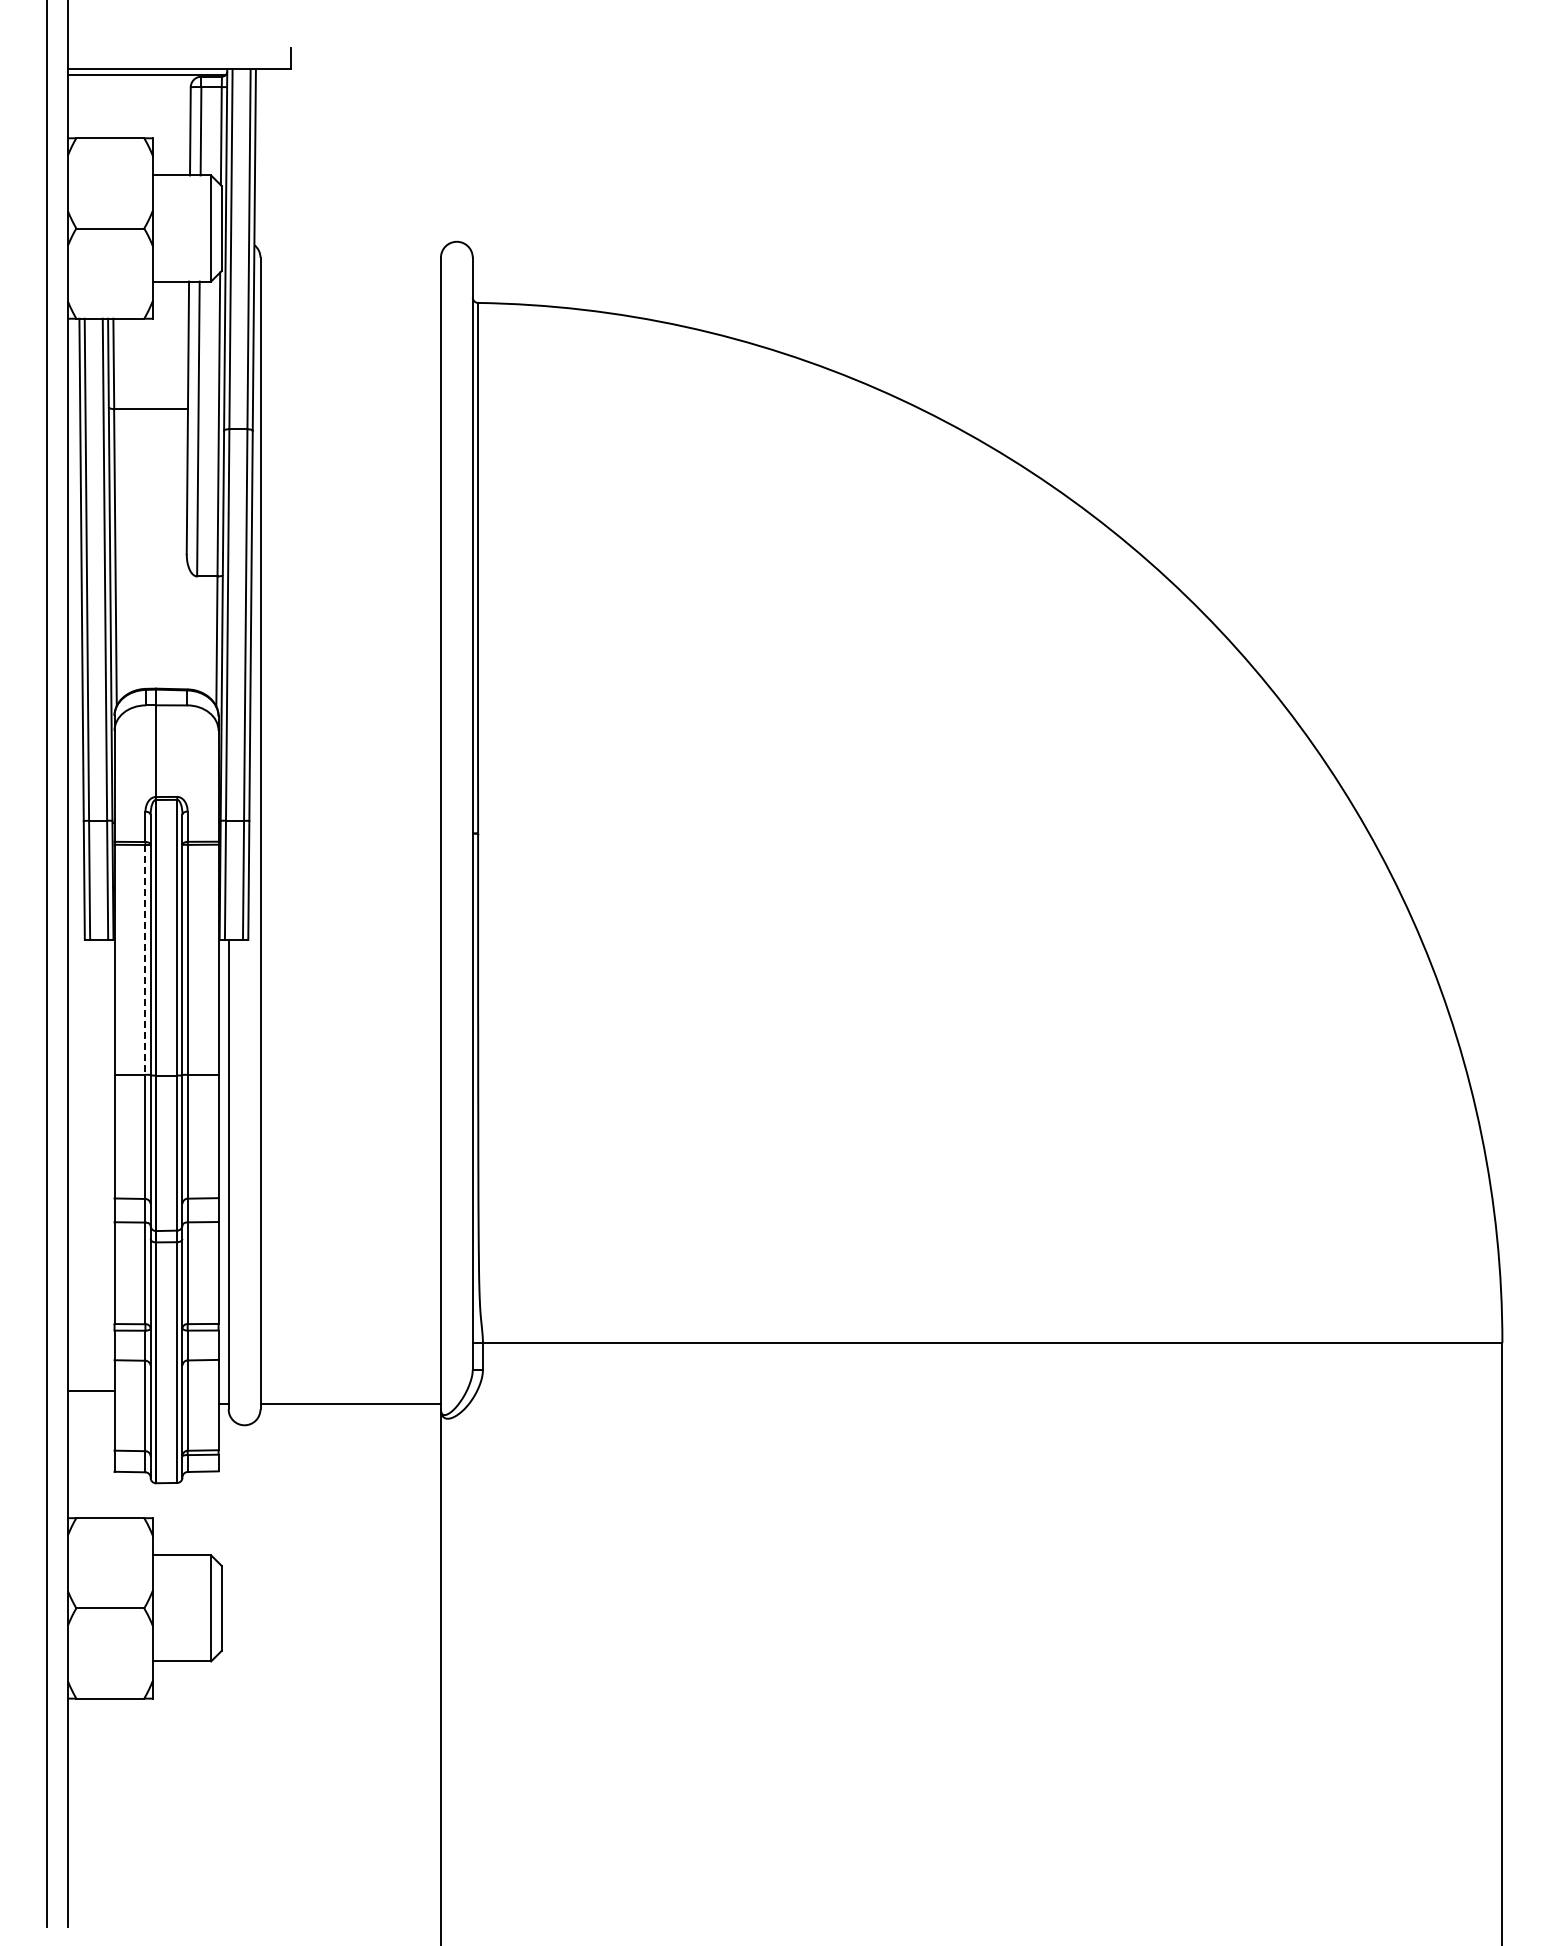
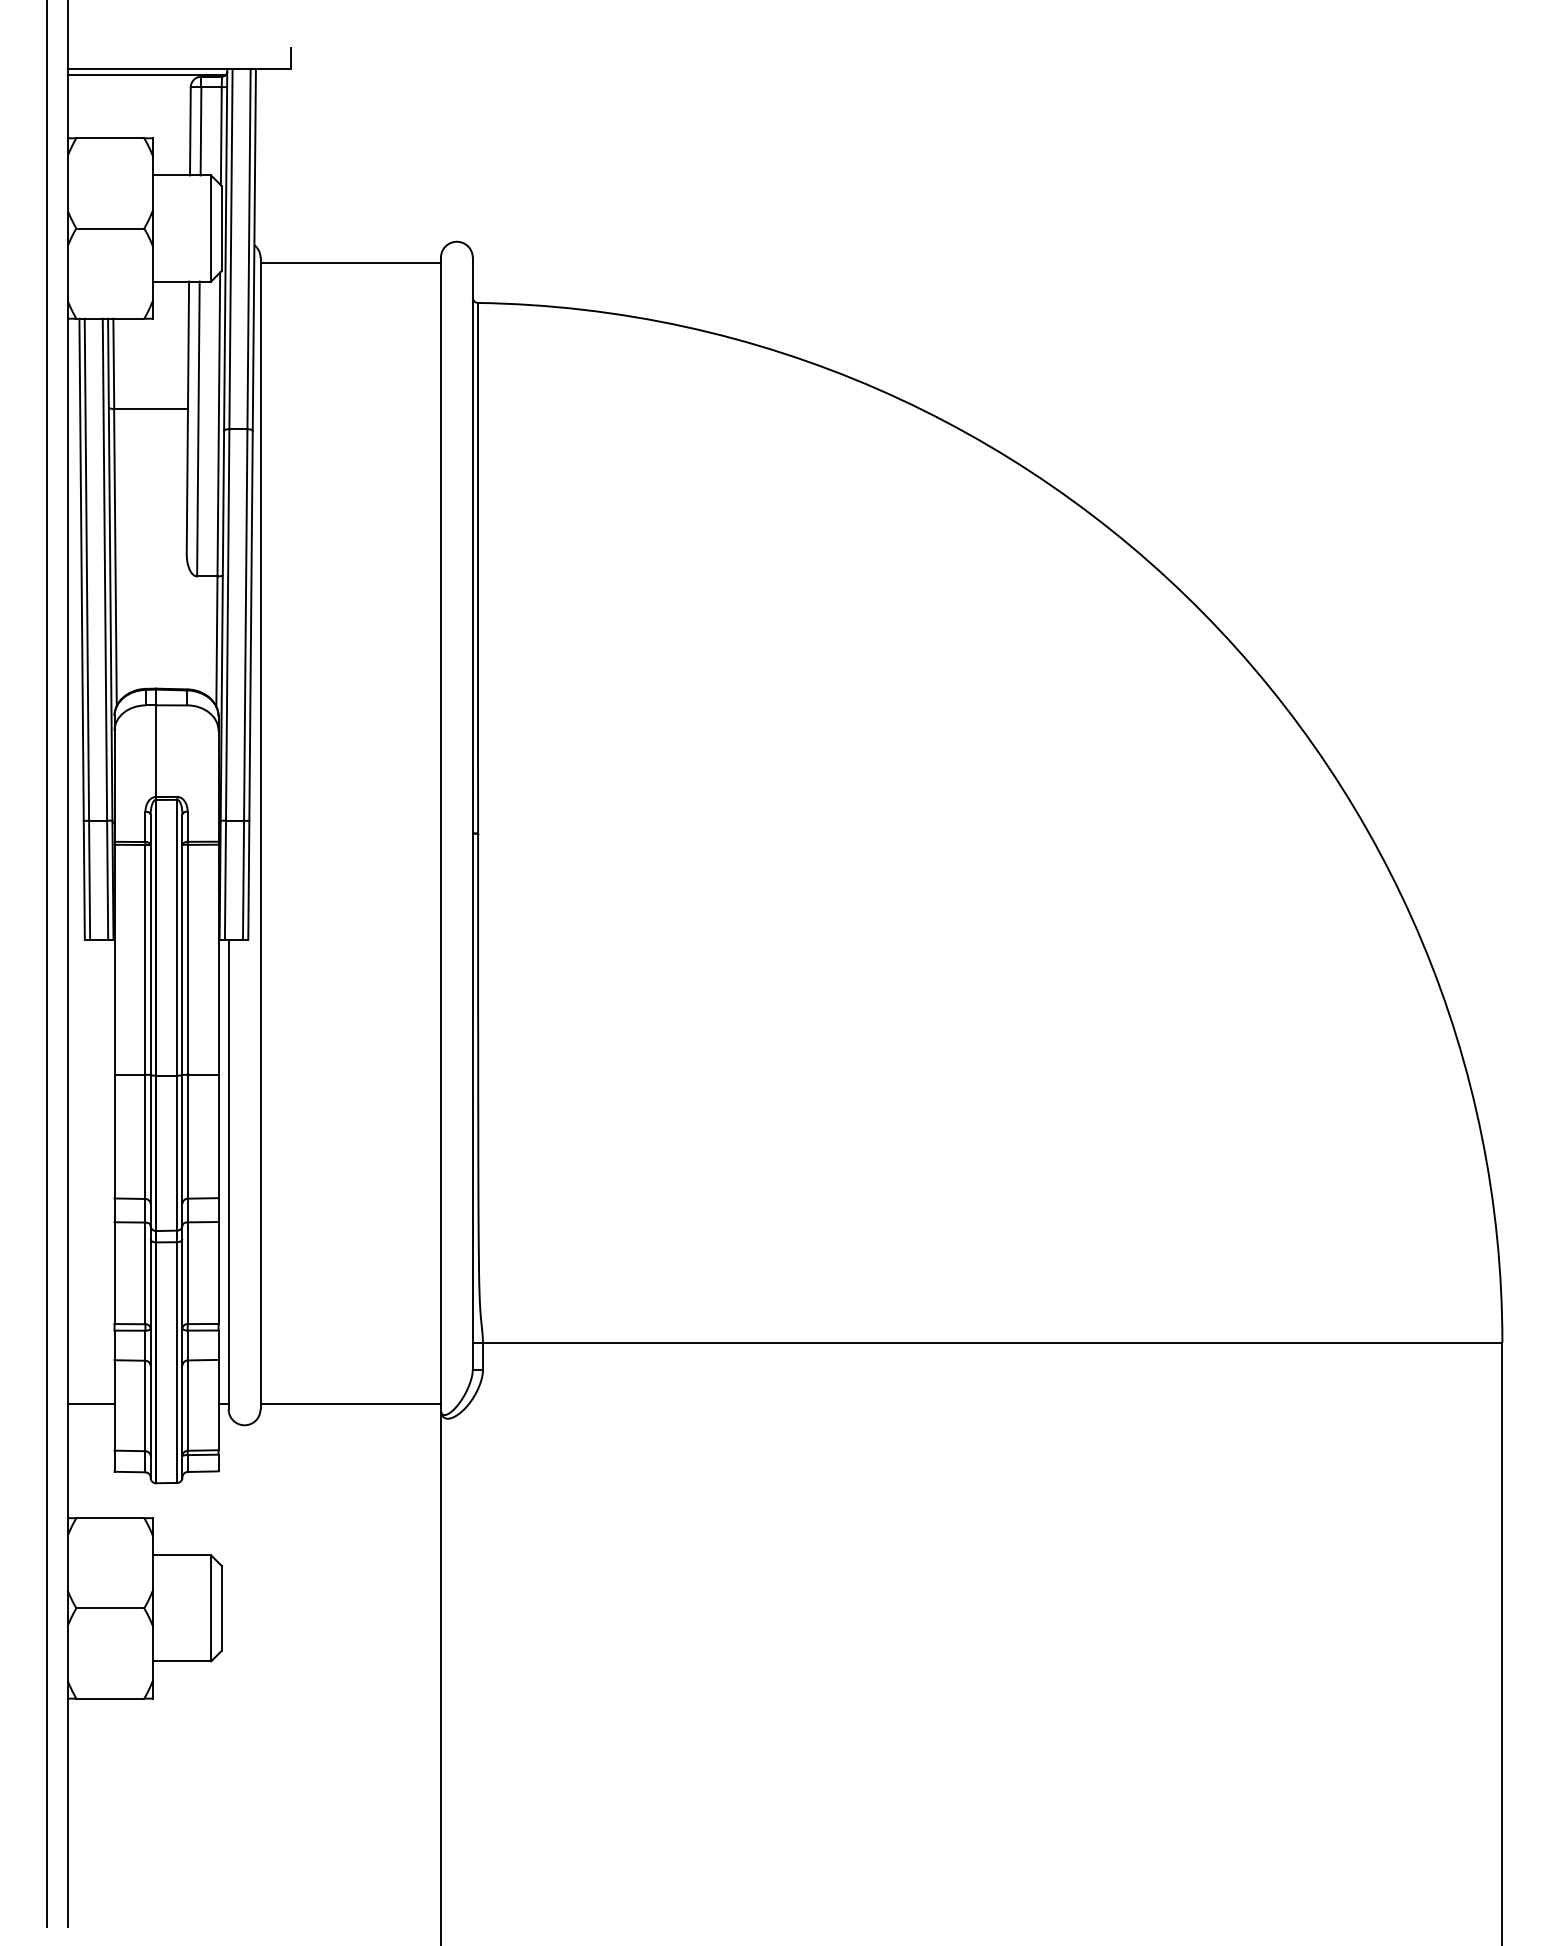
line at (350, 263): none -> present
line at (145, 959): dashed -> solid
line at (90, 1391) position: (90, 1391) -> (90, 1404)
